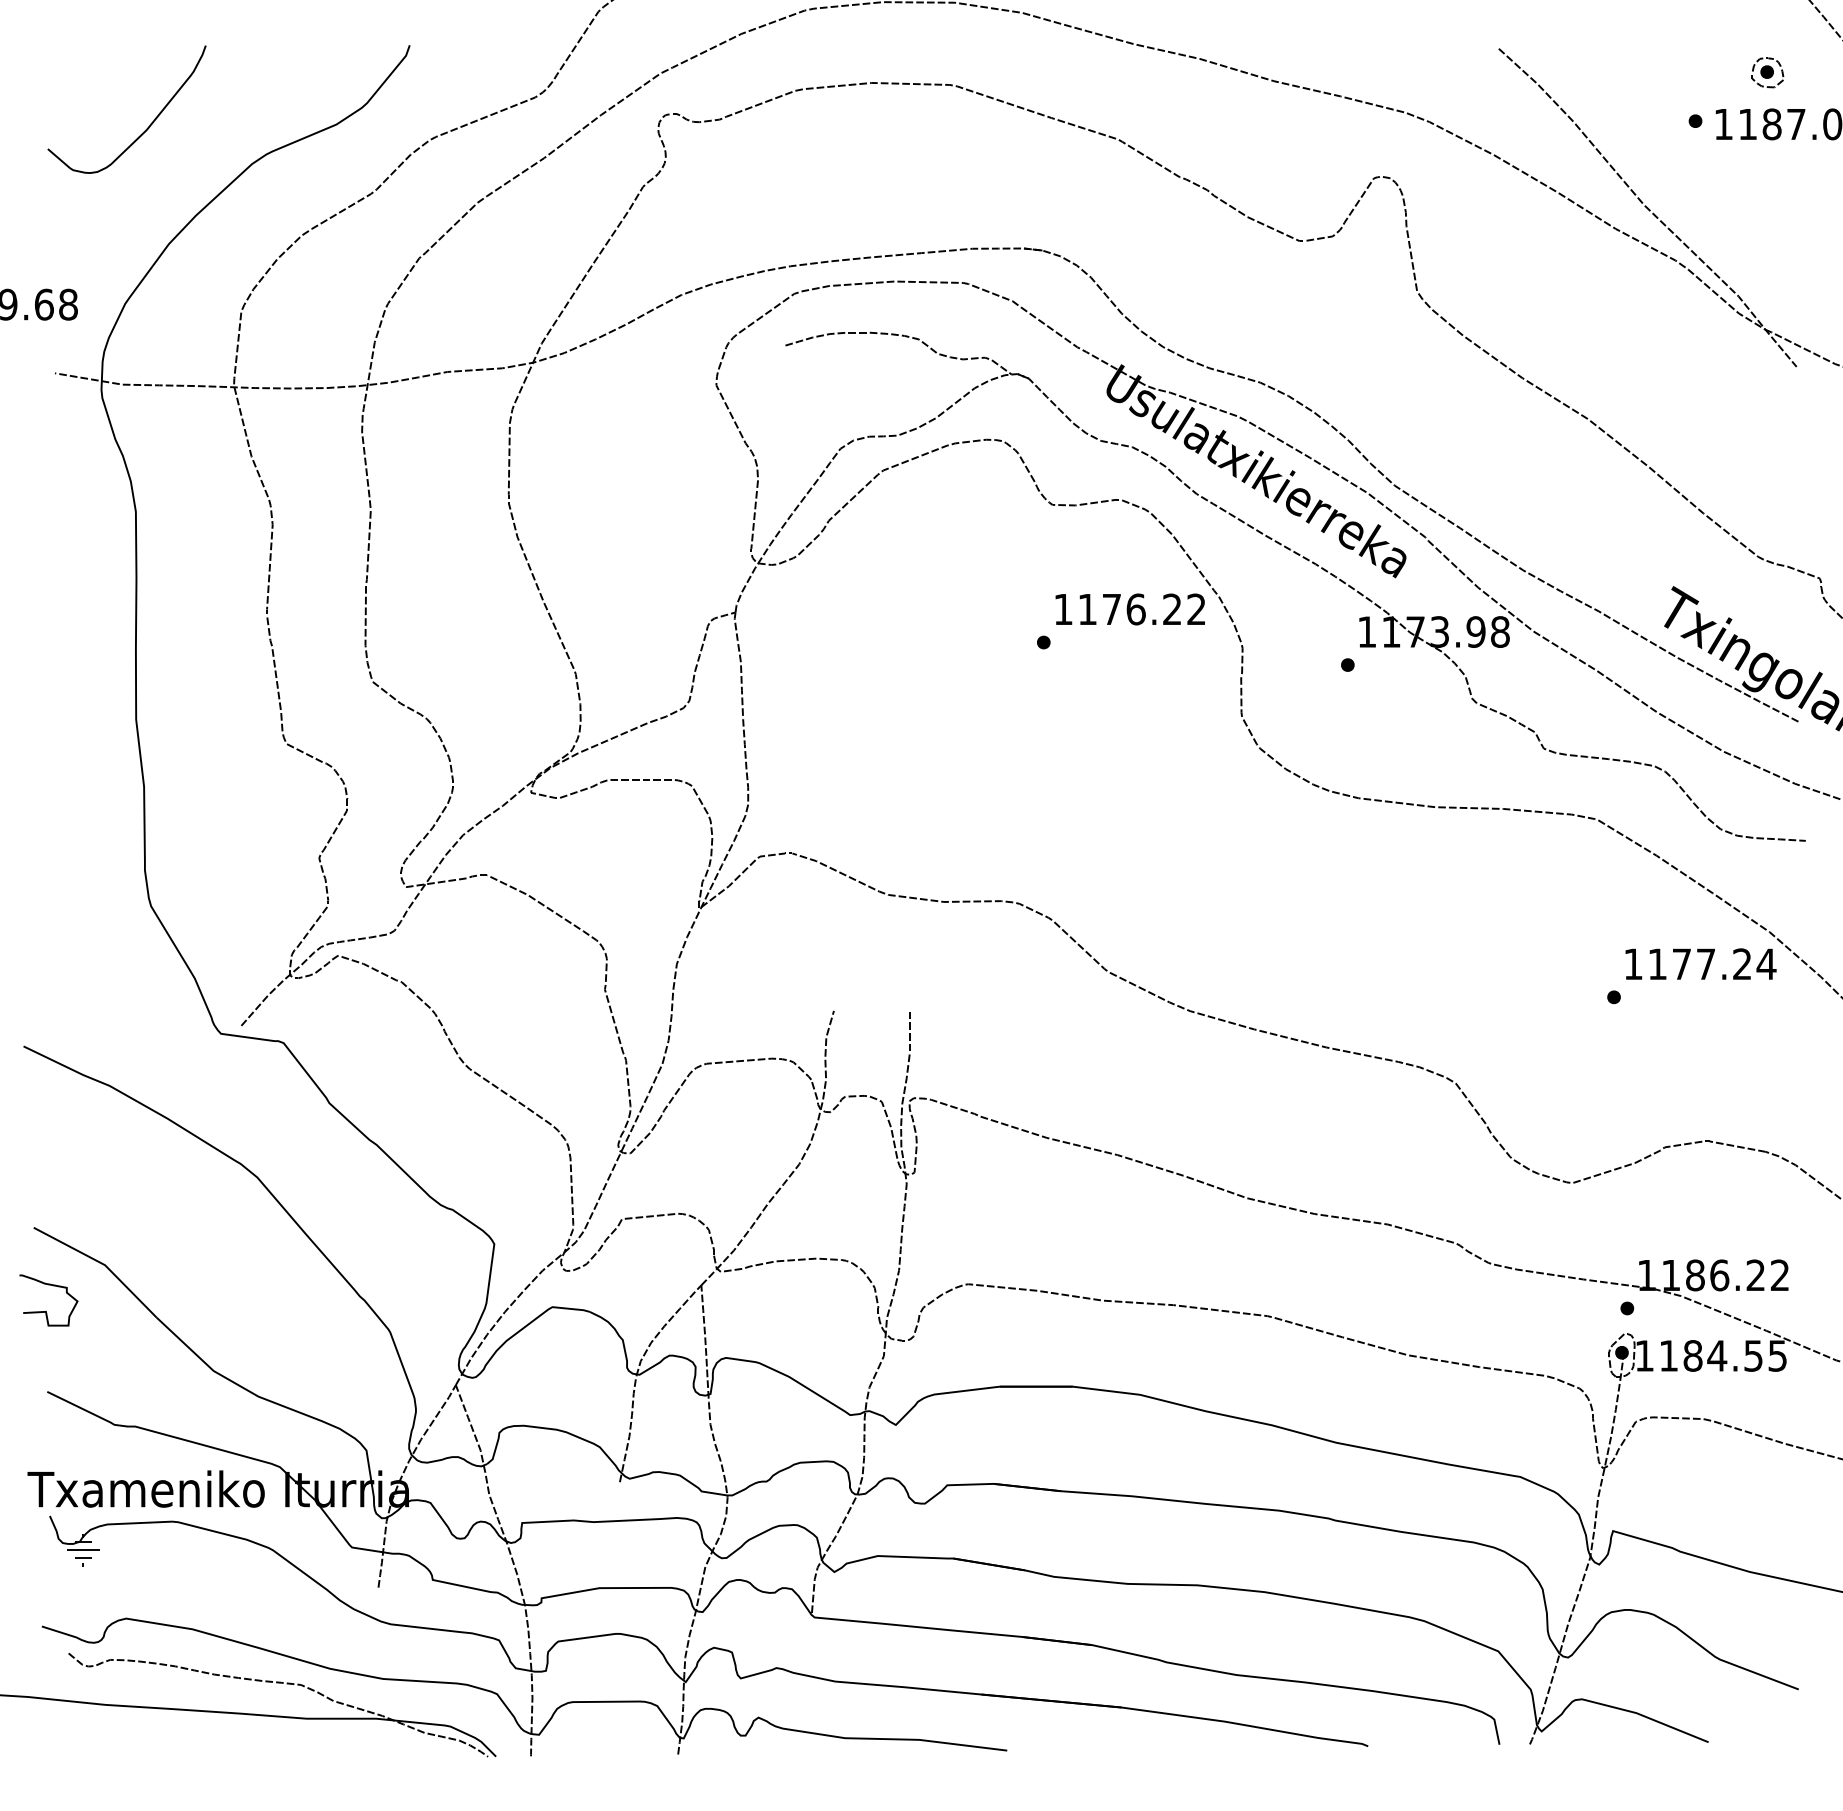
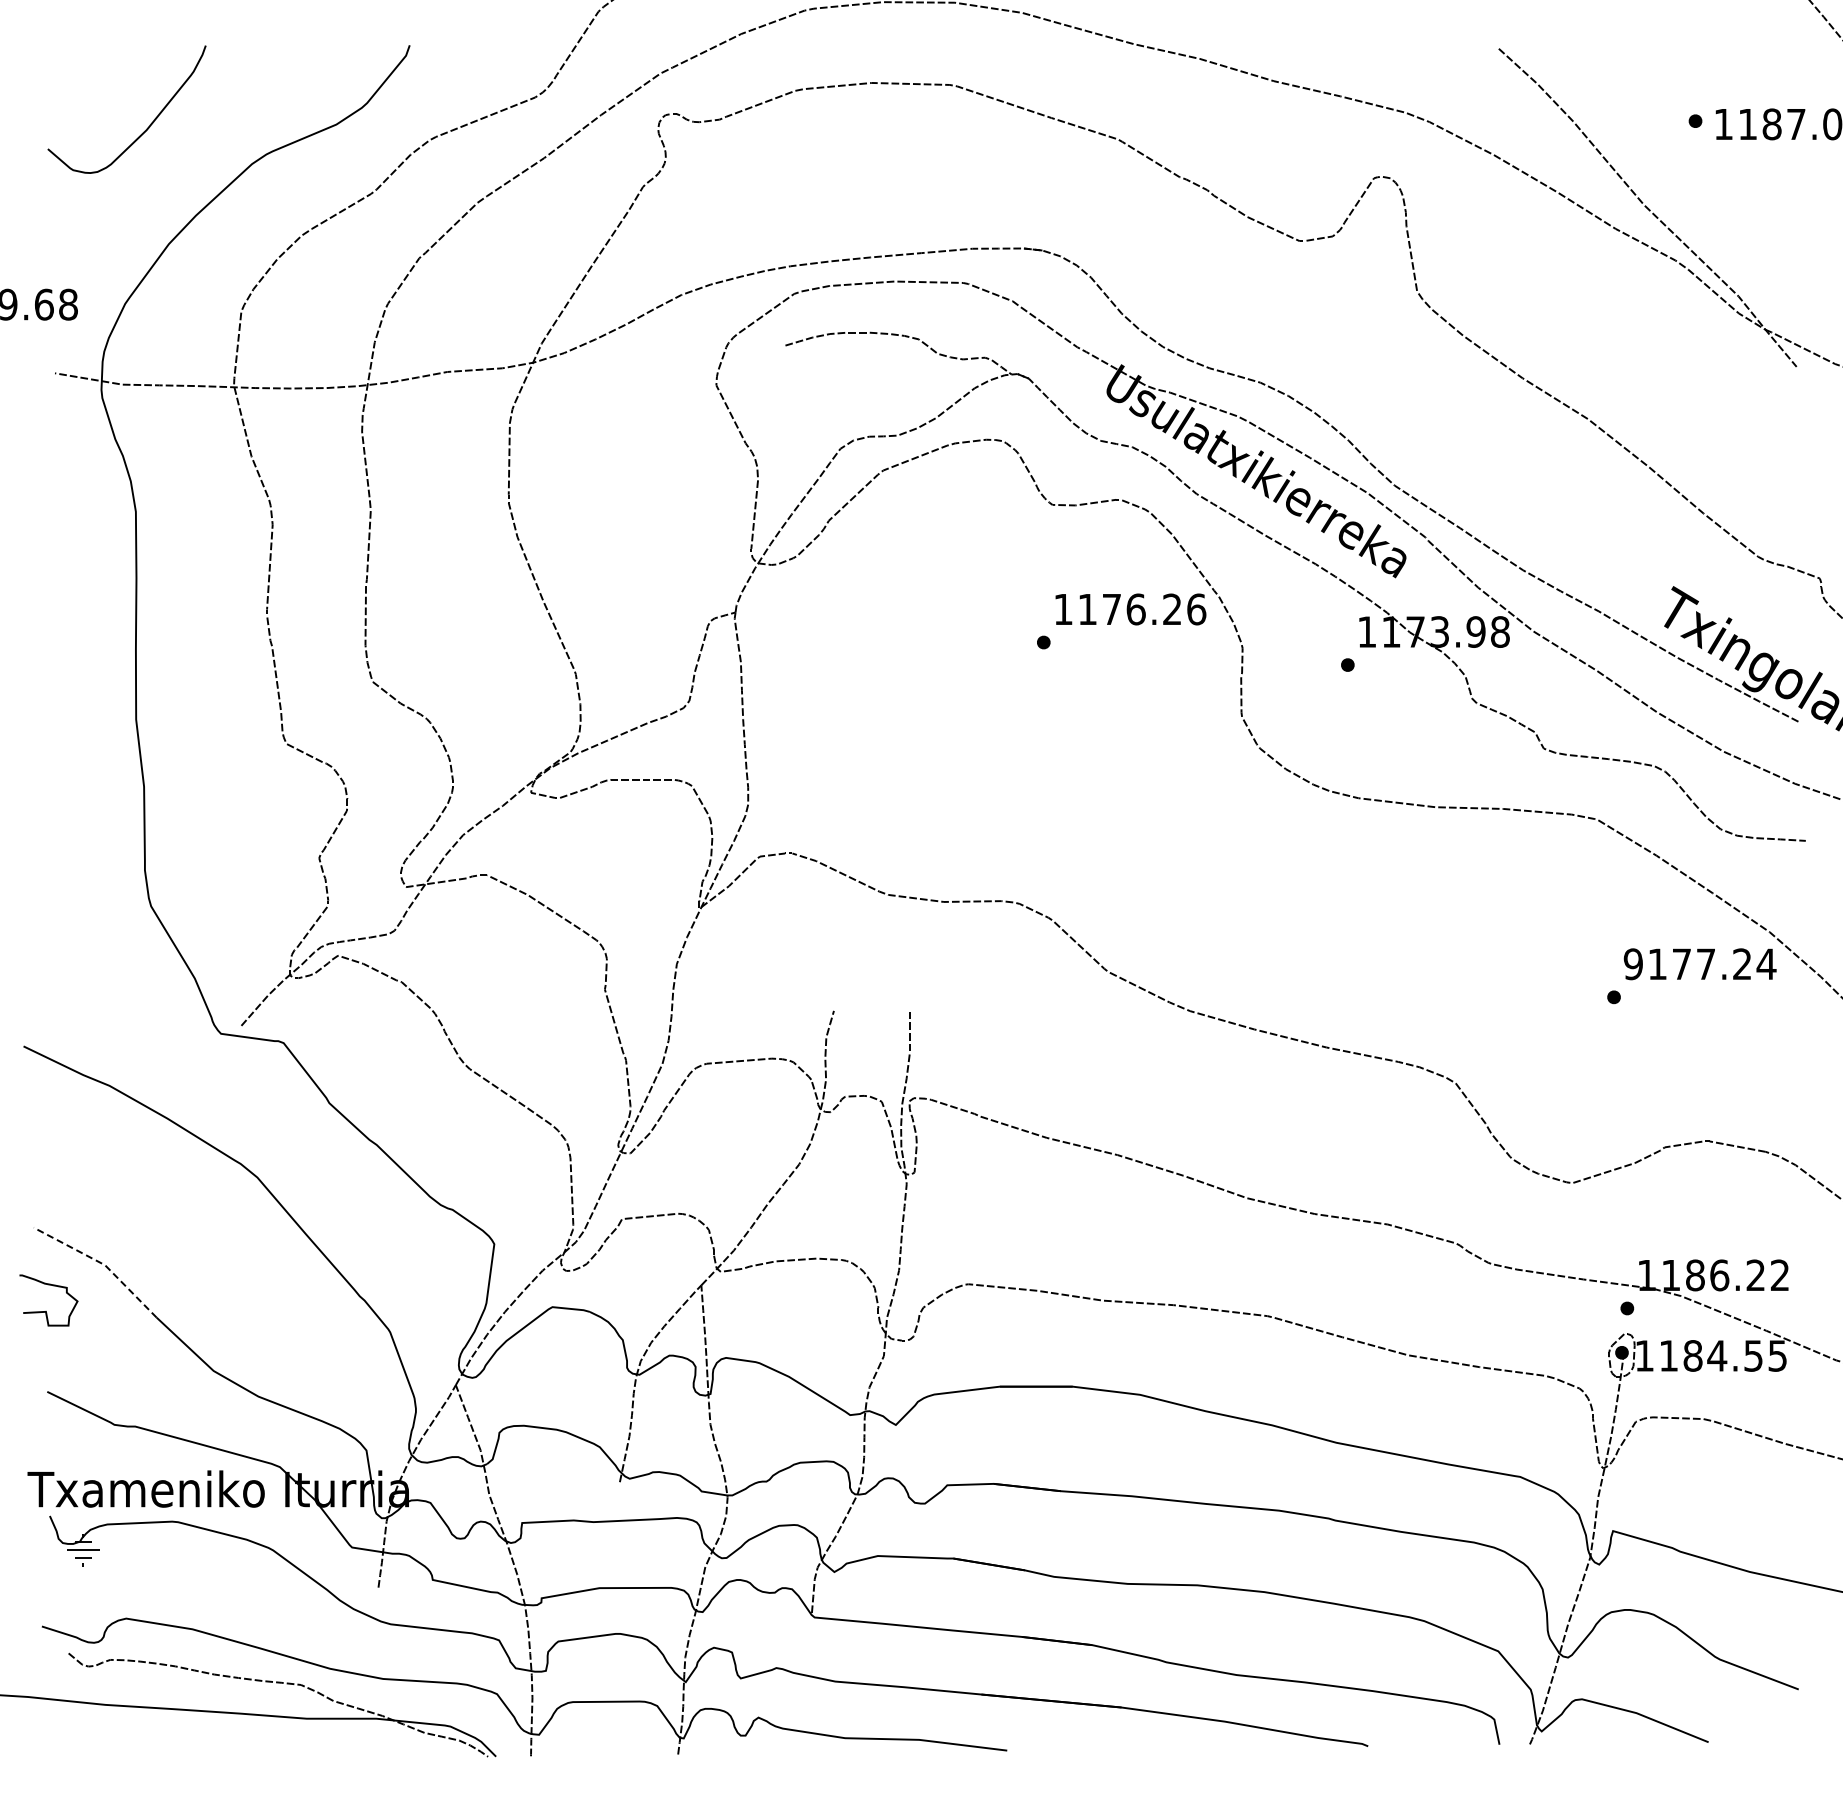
part at (1767, 72): present -> none
text at (1196, 609): 1176.22 -> 1176.26
text at (1632, 964): 1177.24 -> 9177.24
line at (102, 1263): solid -> dashed
